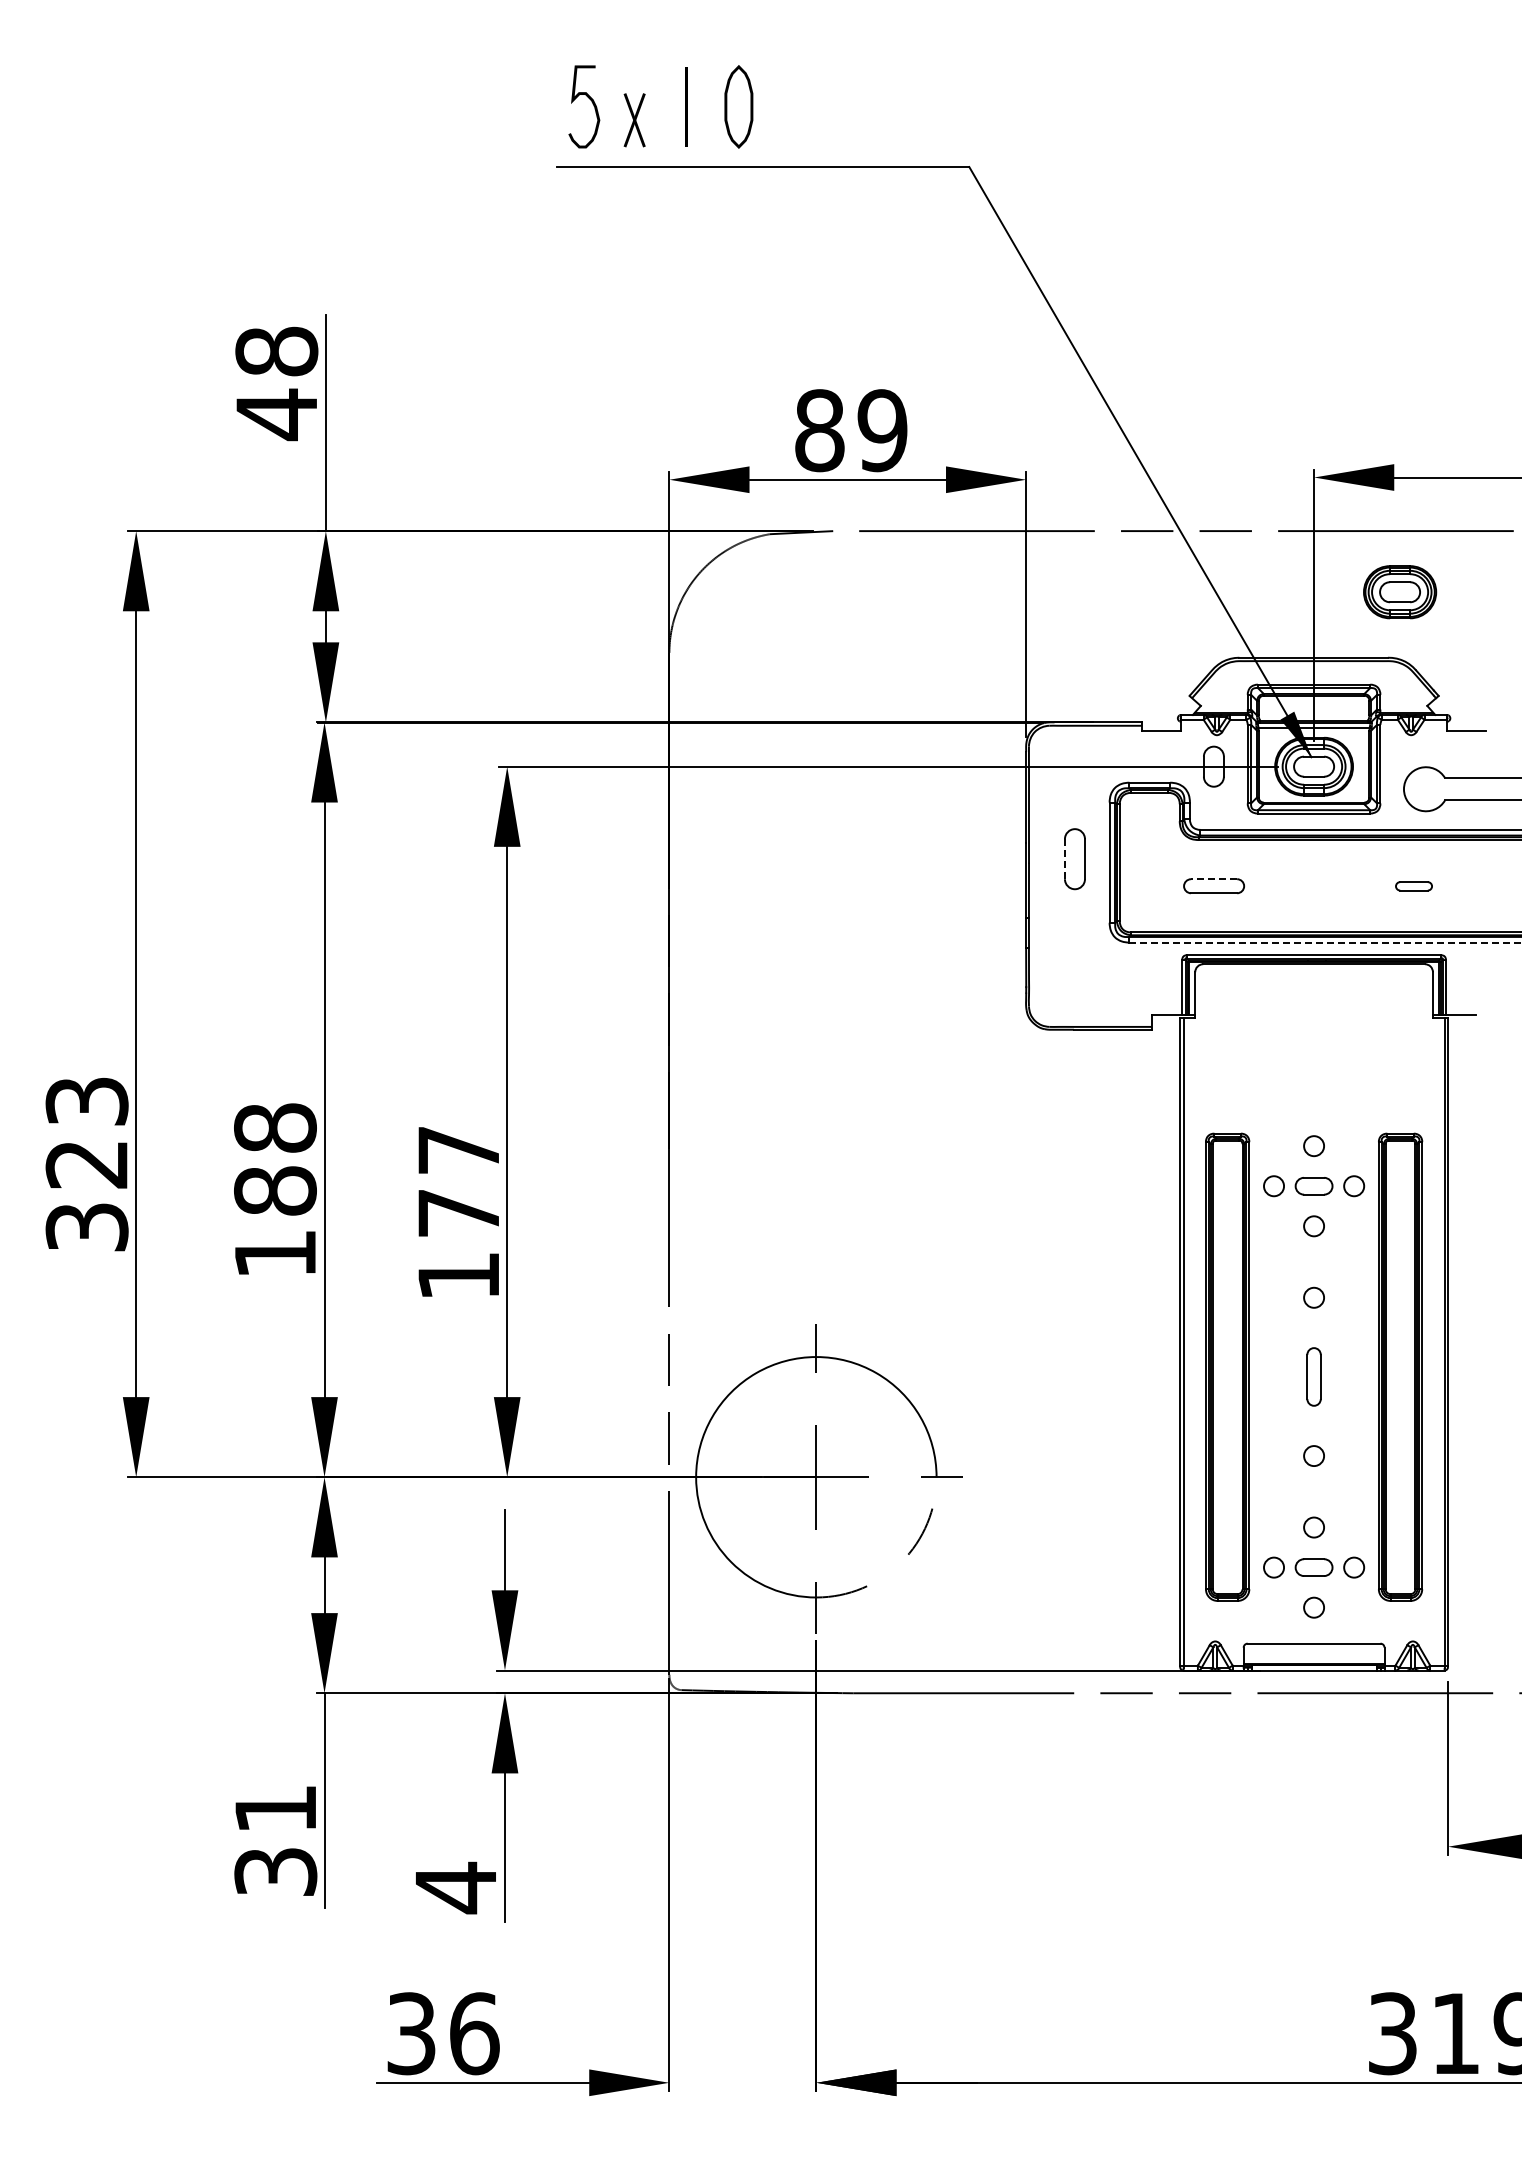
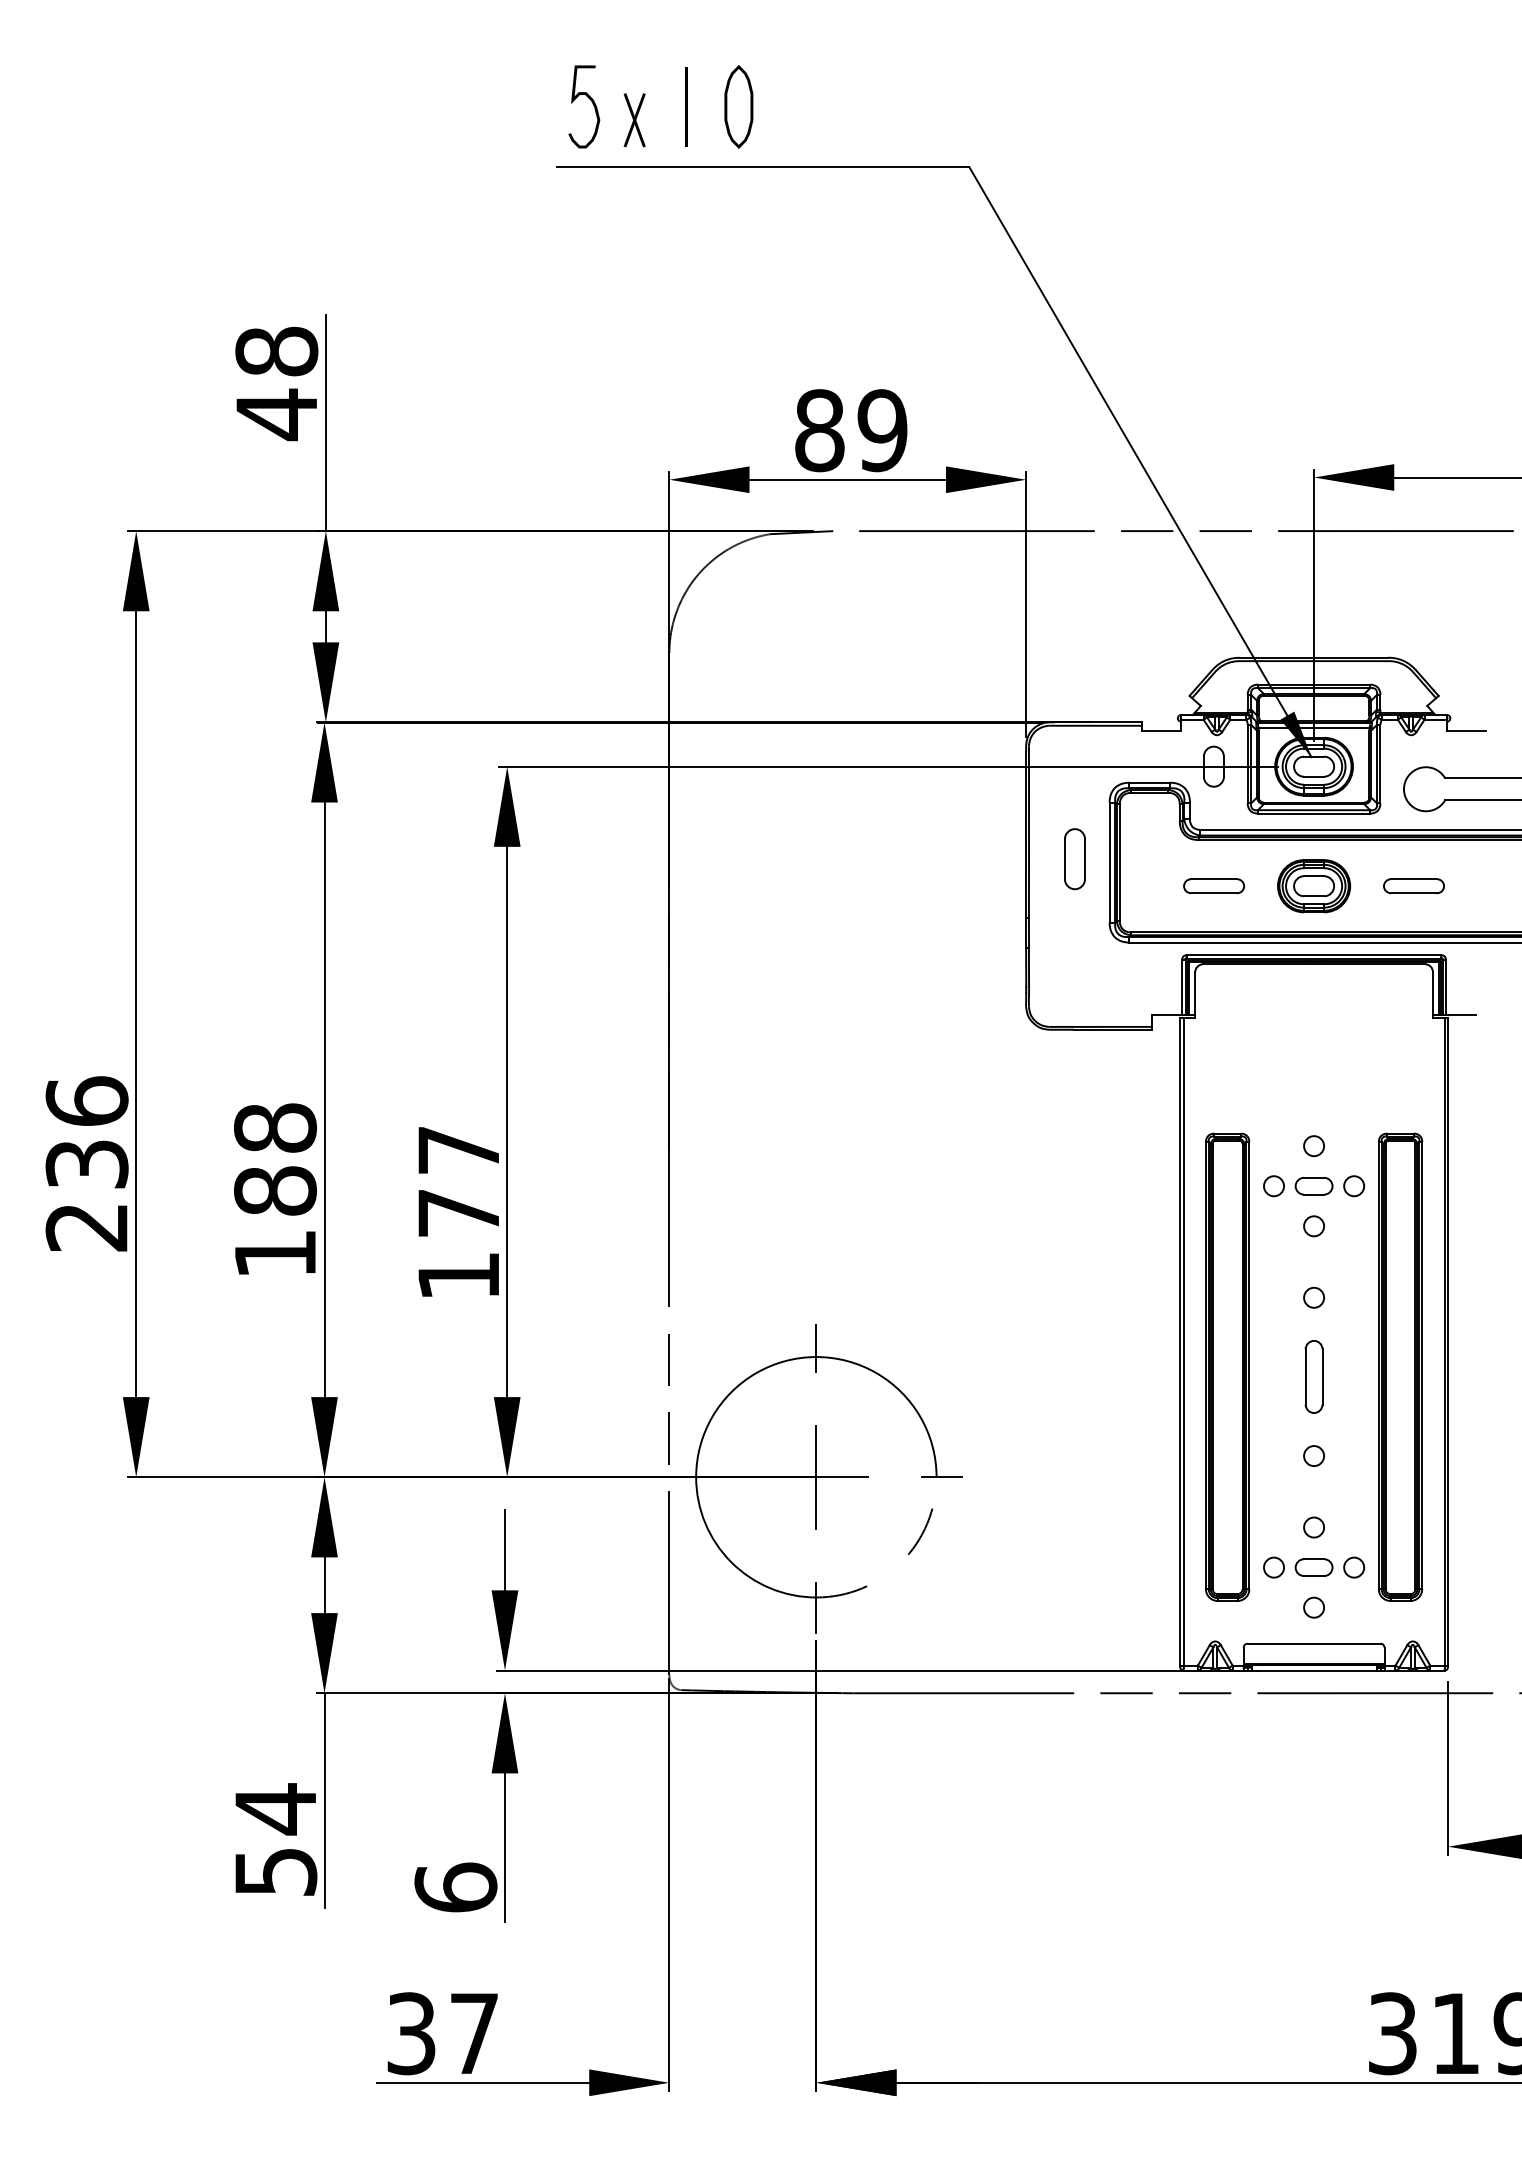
part at (1400, 592) position: (1400, 592) -> (1314, 886)
line at (1064, 859): dashed -> solid
line at (1213, 879): dashed -> solid
part at (1413, 886) size: 38x11 px -> 62x17 px
line at (1325, 942): dashed -> solid
text at (86, 1163): 323 -> 236
part at (1313, 1376) size: 16x60 px -> 20x74 px
text at (275, 1839): 31 -> 54
text at (455, 1887): 4 -> 6
text at (474, 2033): 36 -> 37
